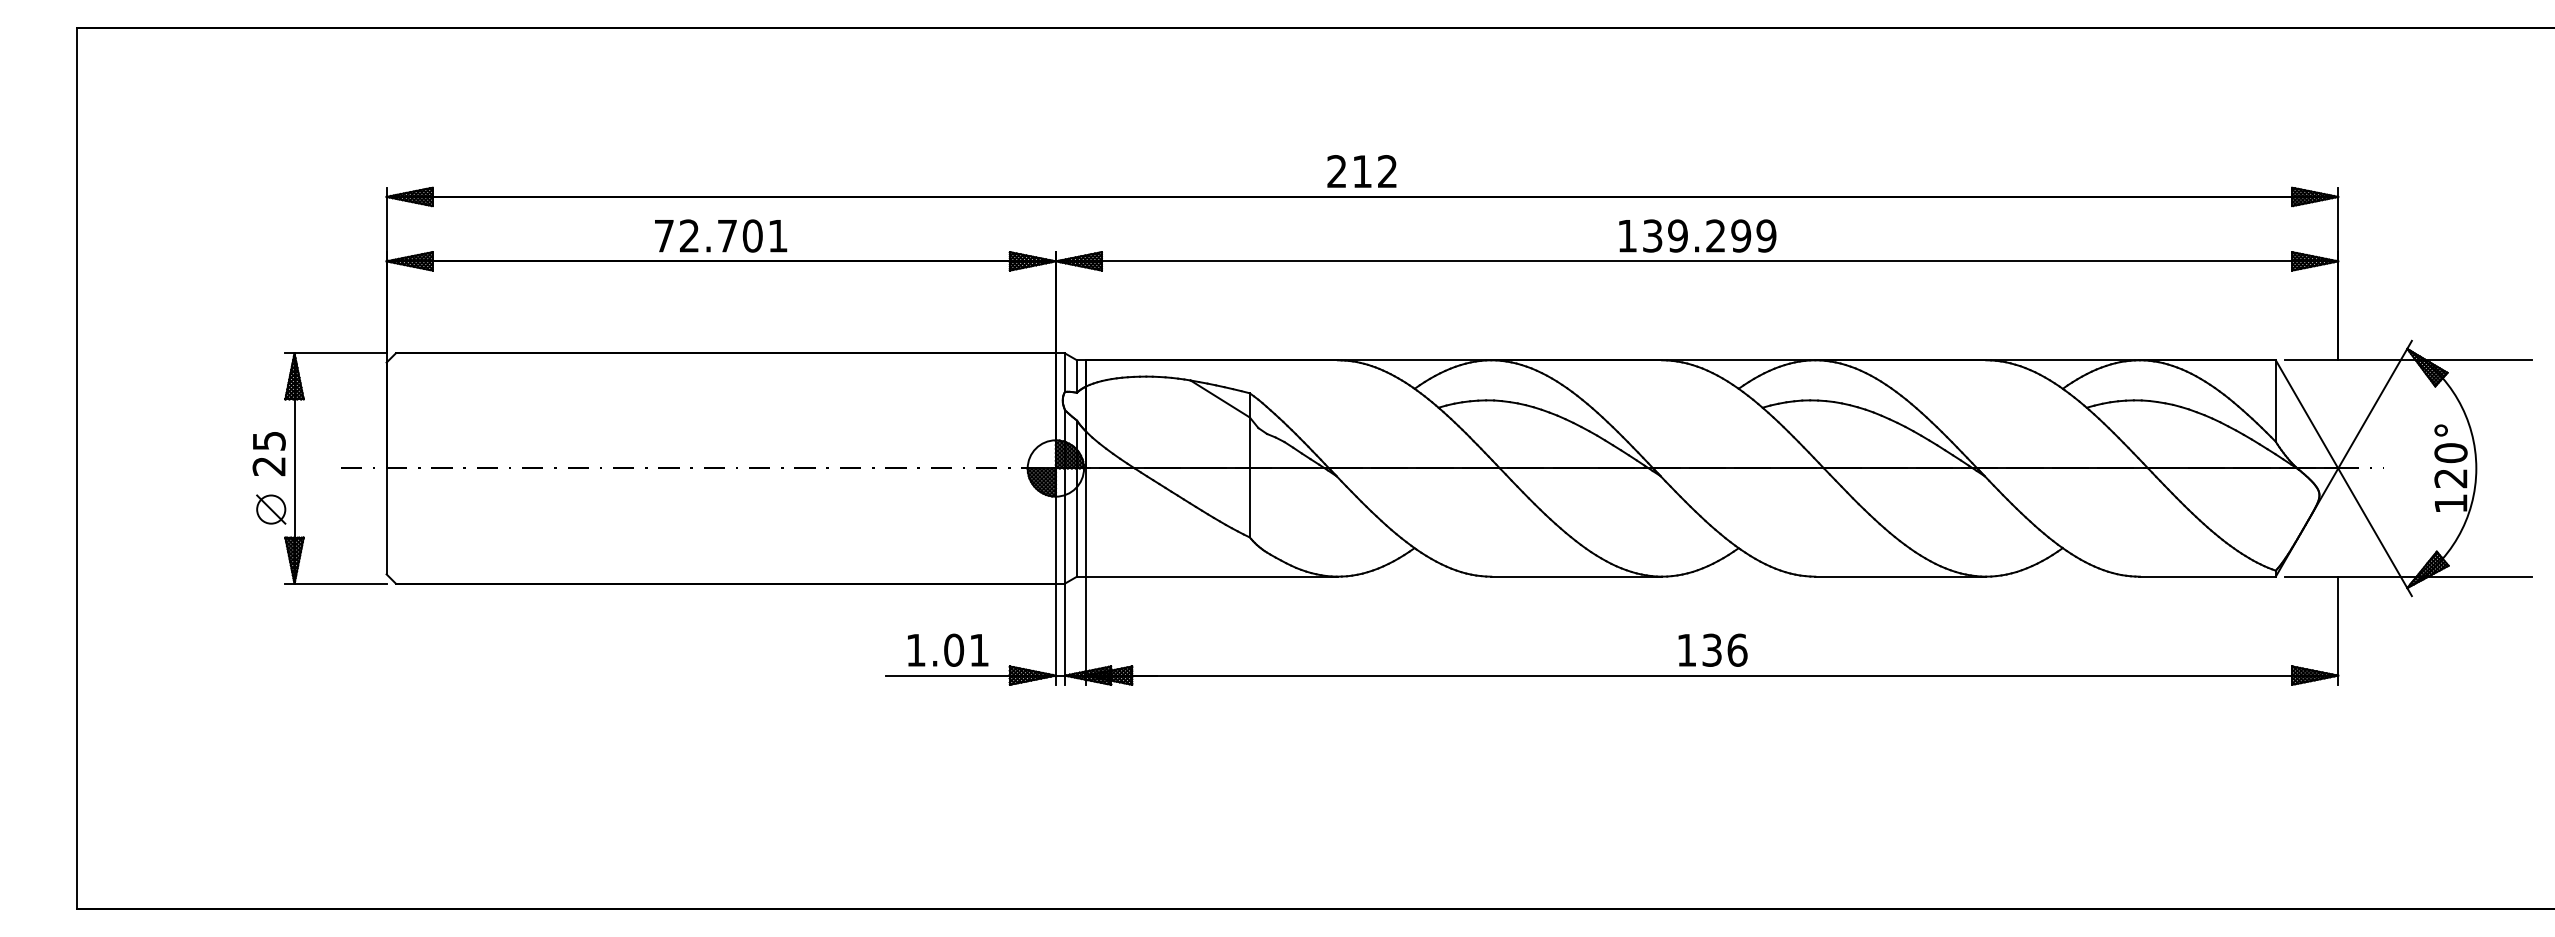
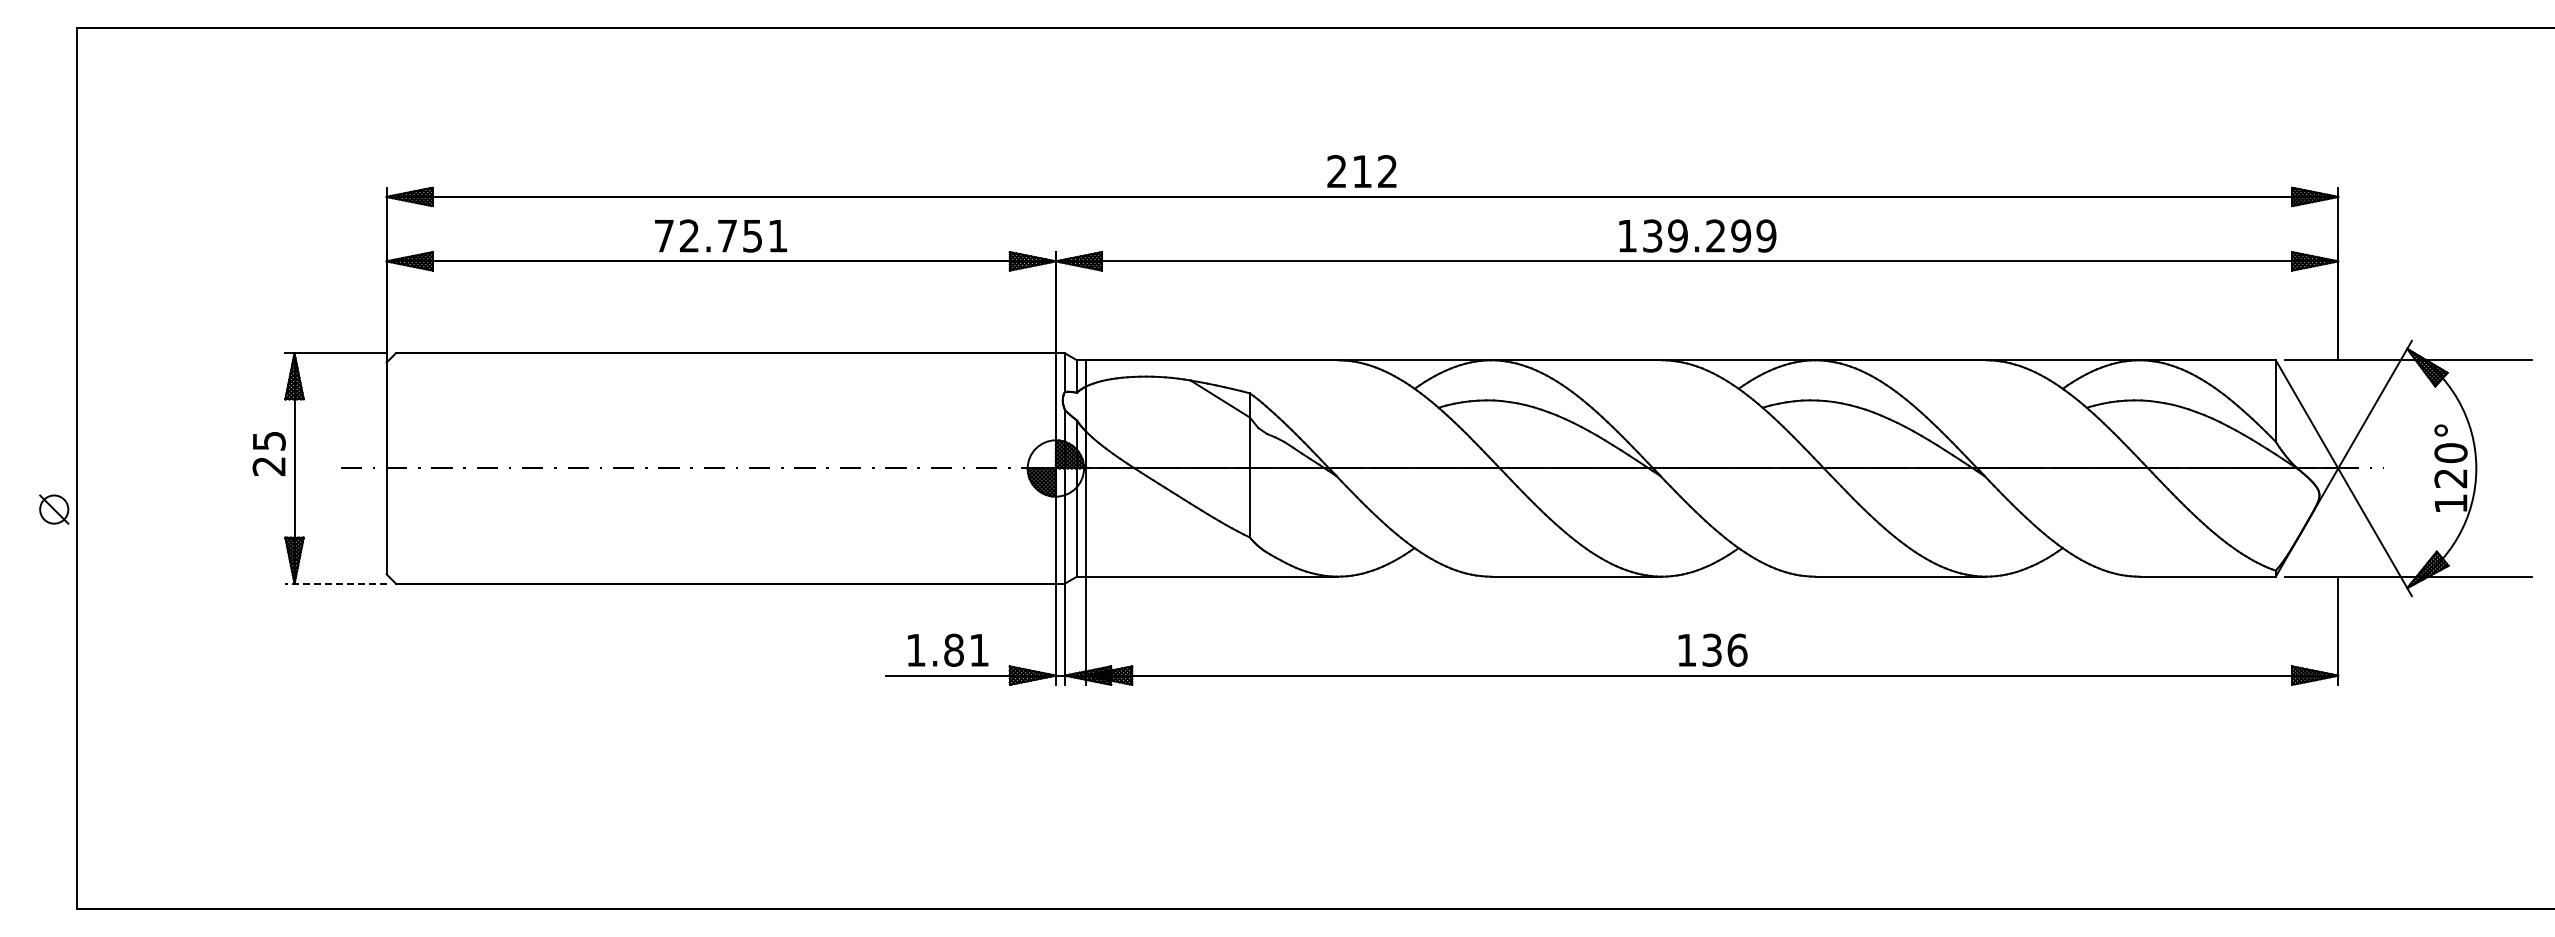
text at (752, 235): 72.701 -> 72.751
part at (271, 509) position: (271, 509) -> (54, 509)
line at (335, 583): solid -> dashed
text at (954, 650): 1.01 -> 1.81
